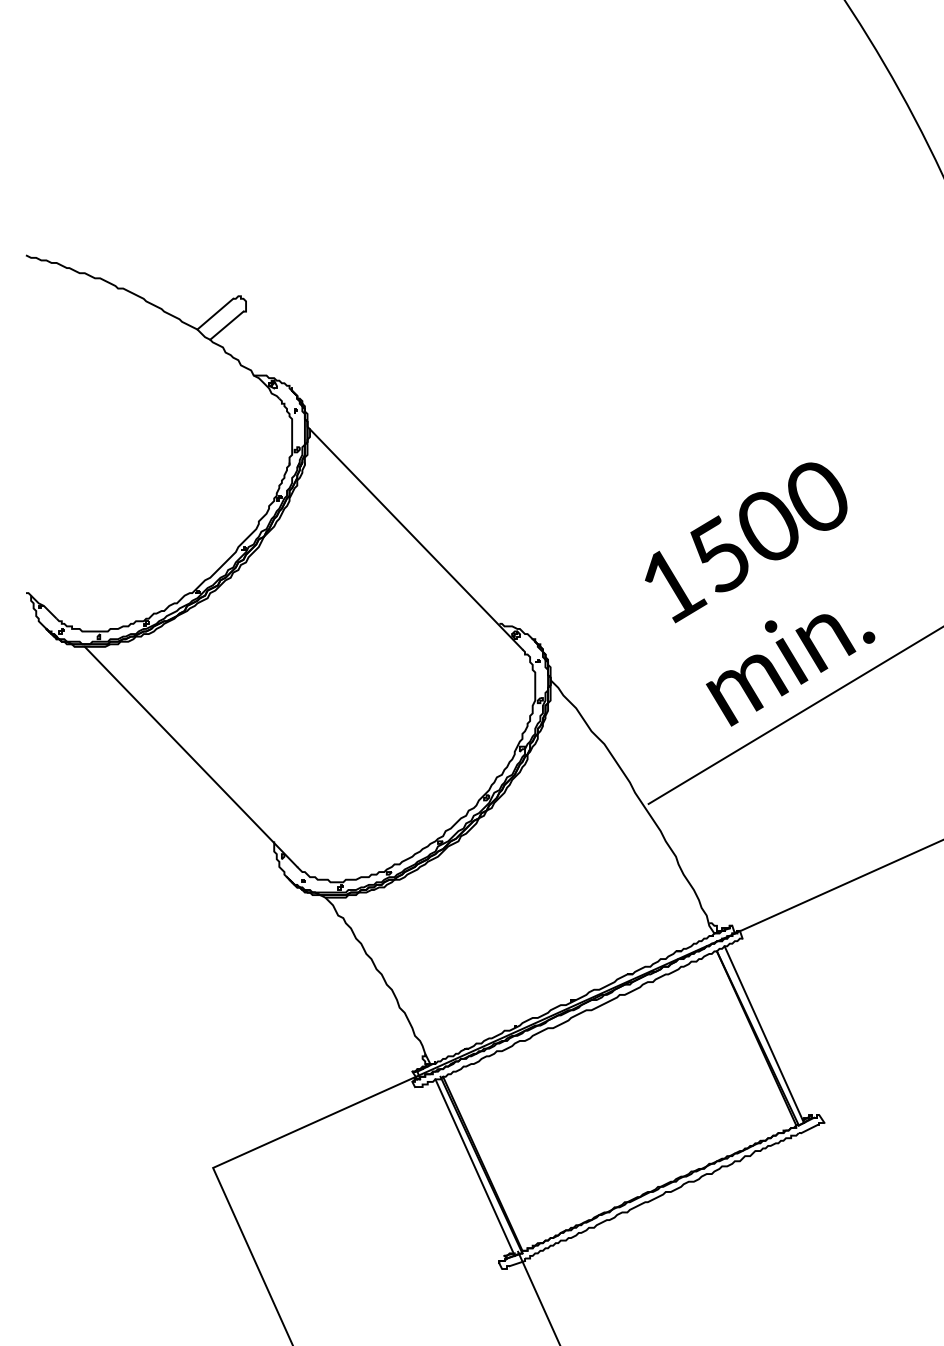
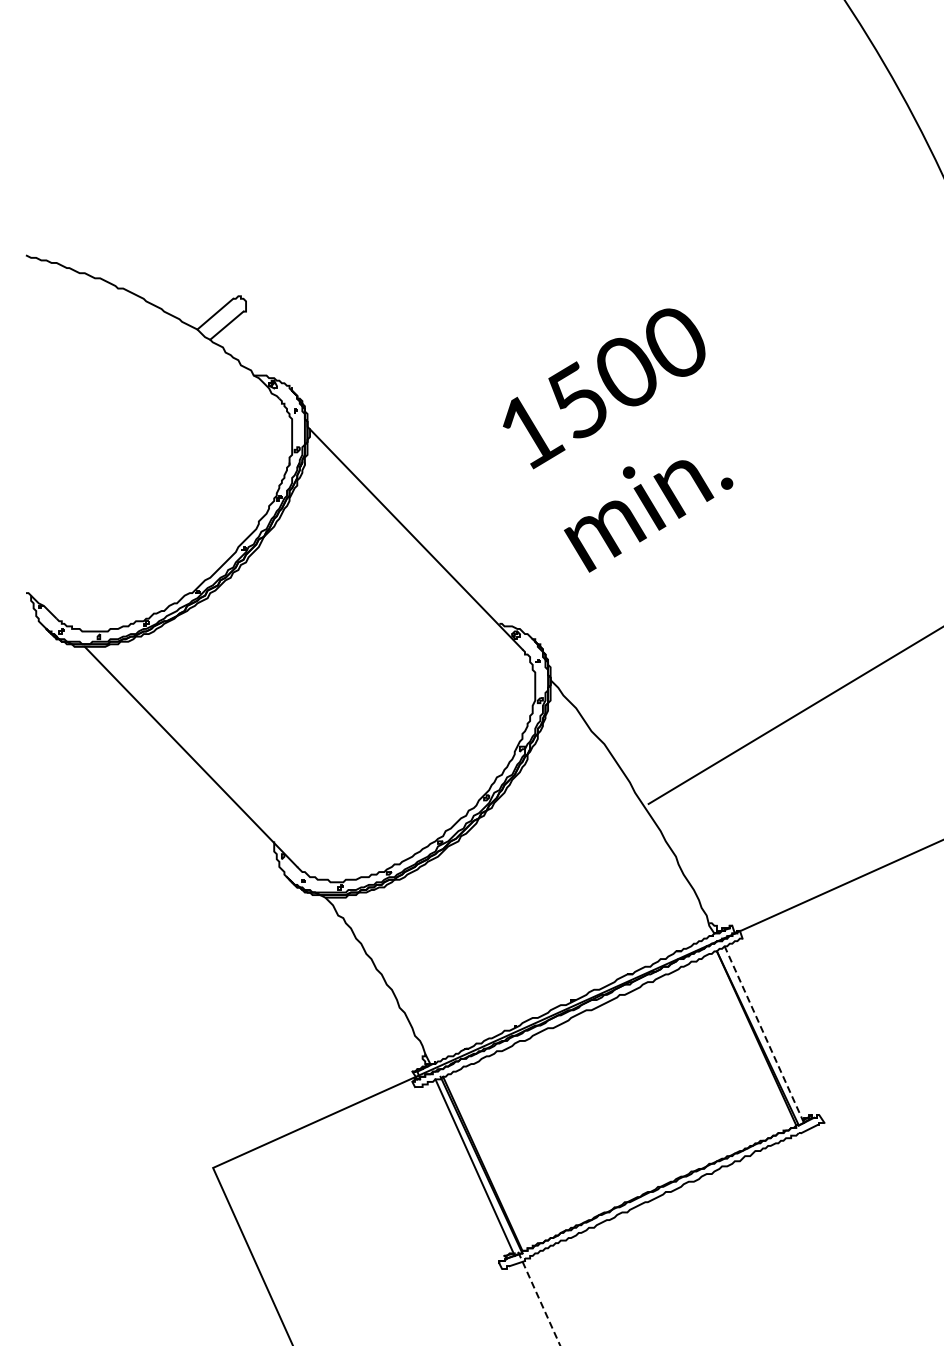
text at (760, 594) position: (760, 594) -> (618, 440)
line at (764, 1034): solid -> dashed
line at (539, 1299): solid -> dashed
